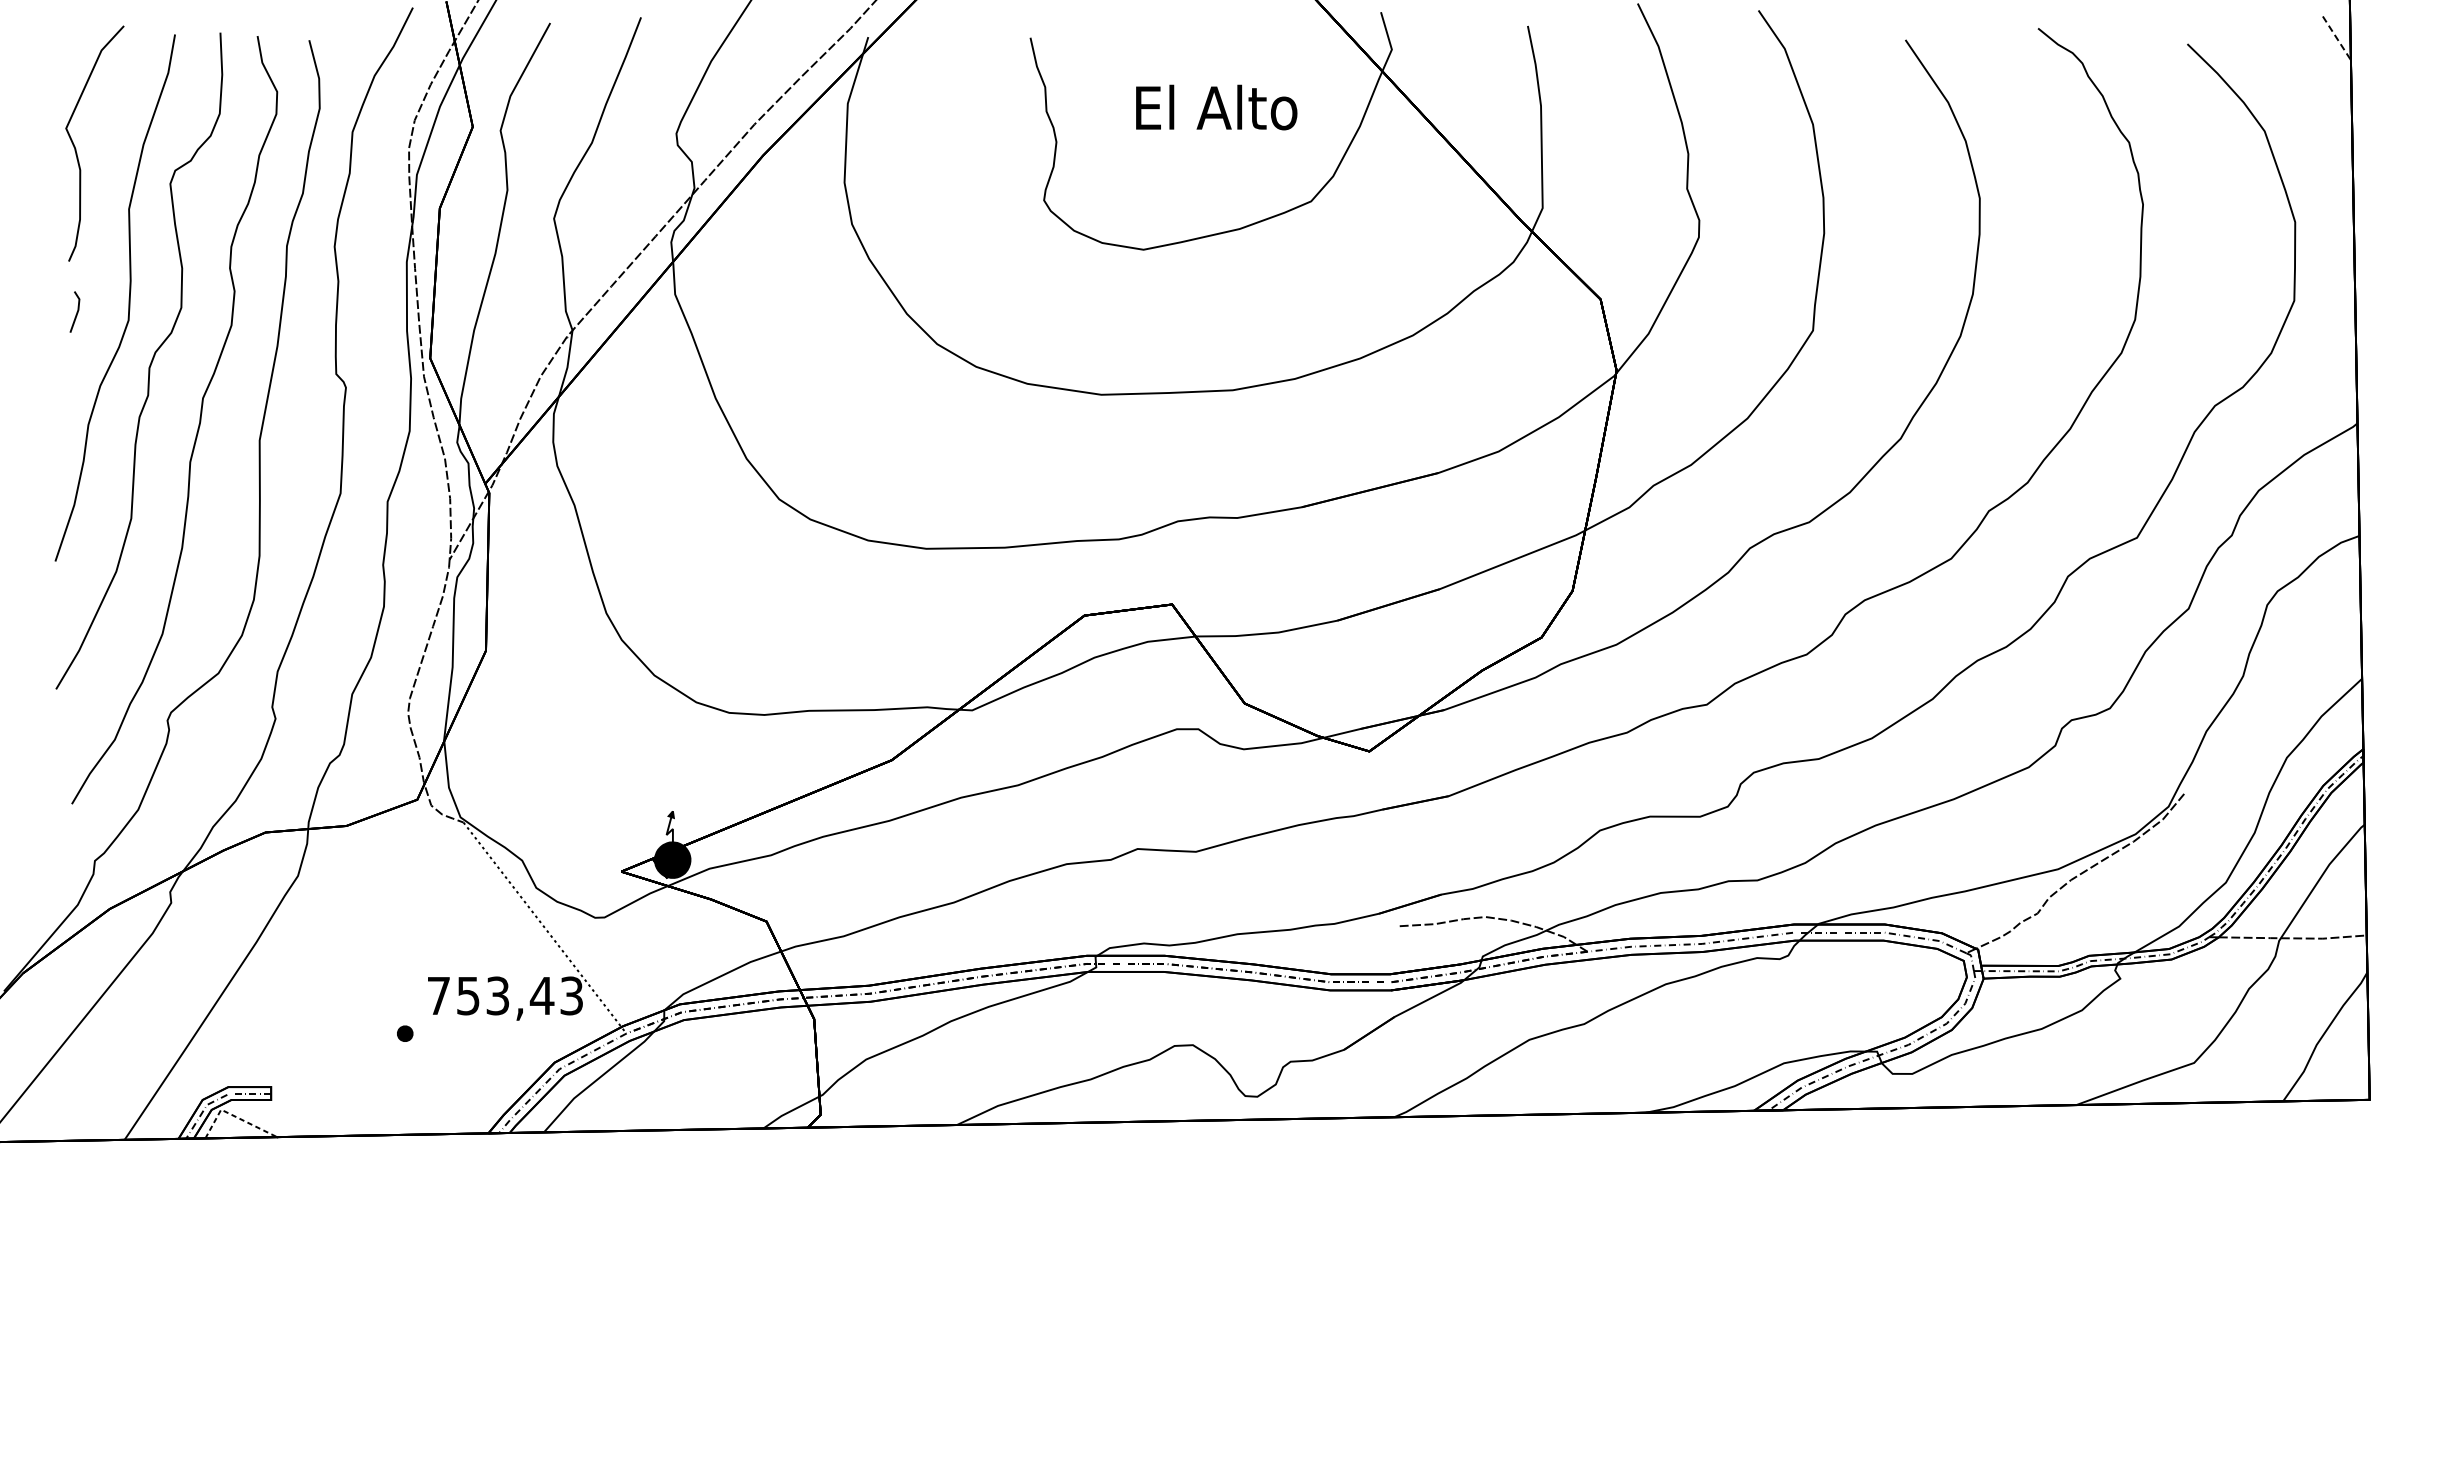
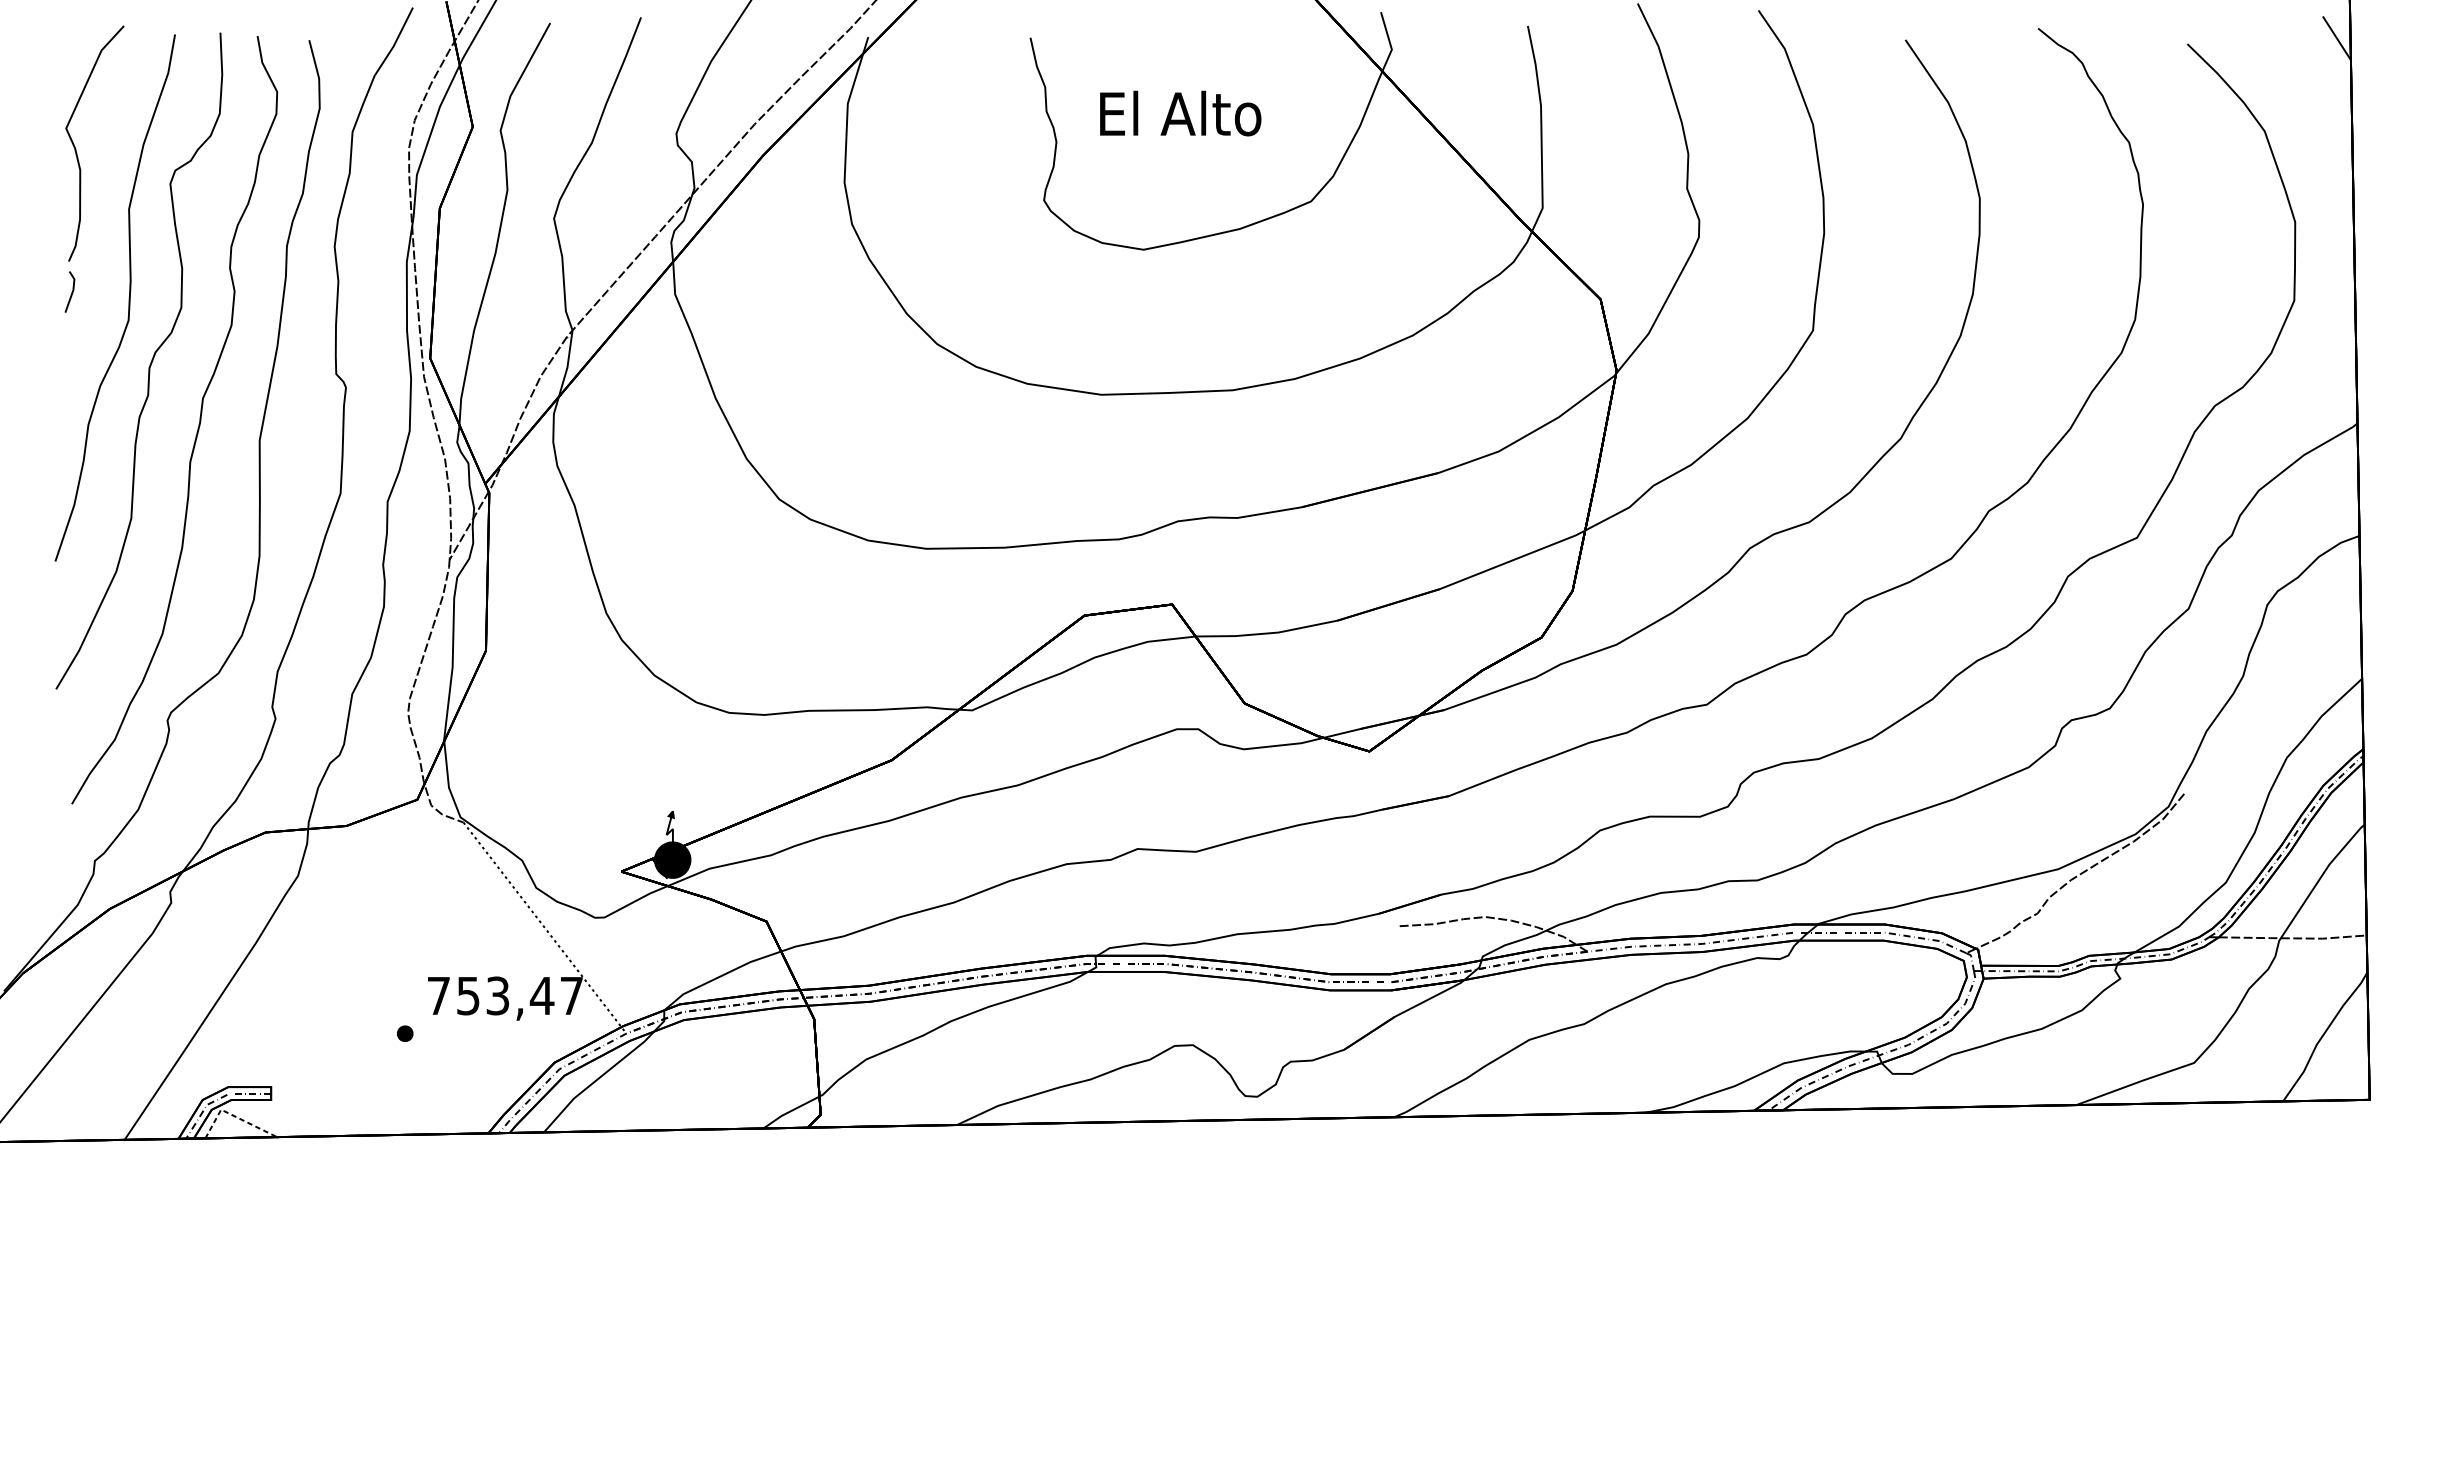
line at (2336, 38): dashed -> solid
text at (1216, 107) position: (1216, 107) -> (1180, 113)
line at (76, 312) position: (76, 312) -> (71, 292)
text at (571, 995): 753,43 -> 753,47
